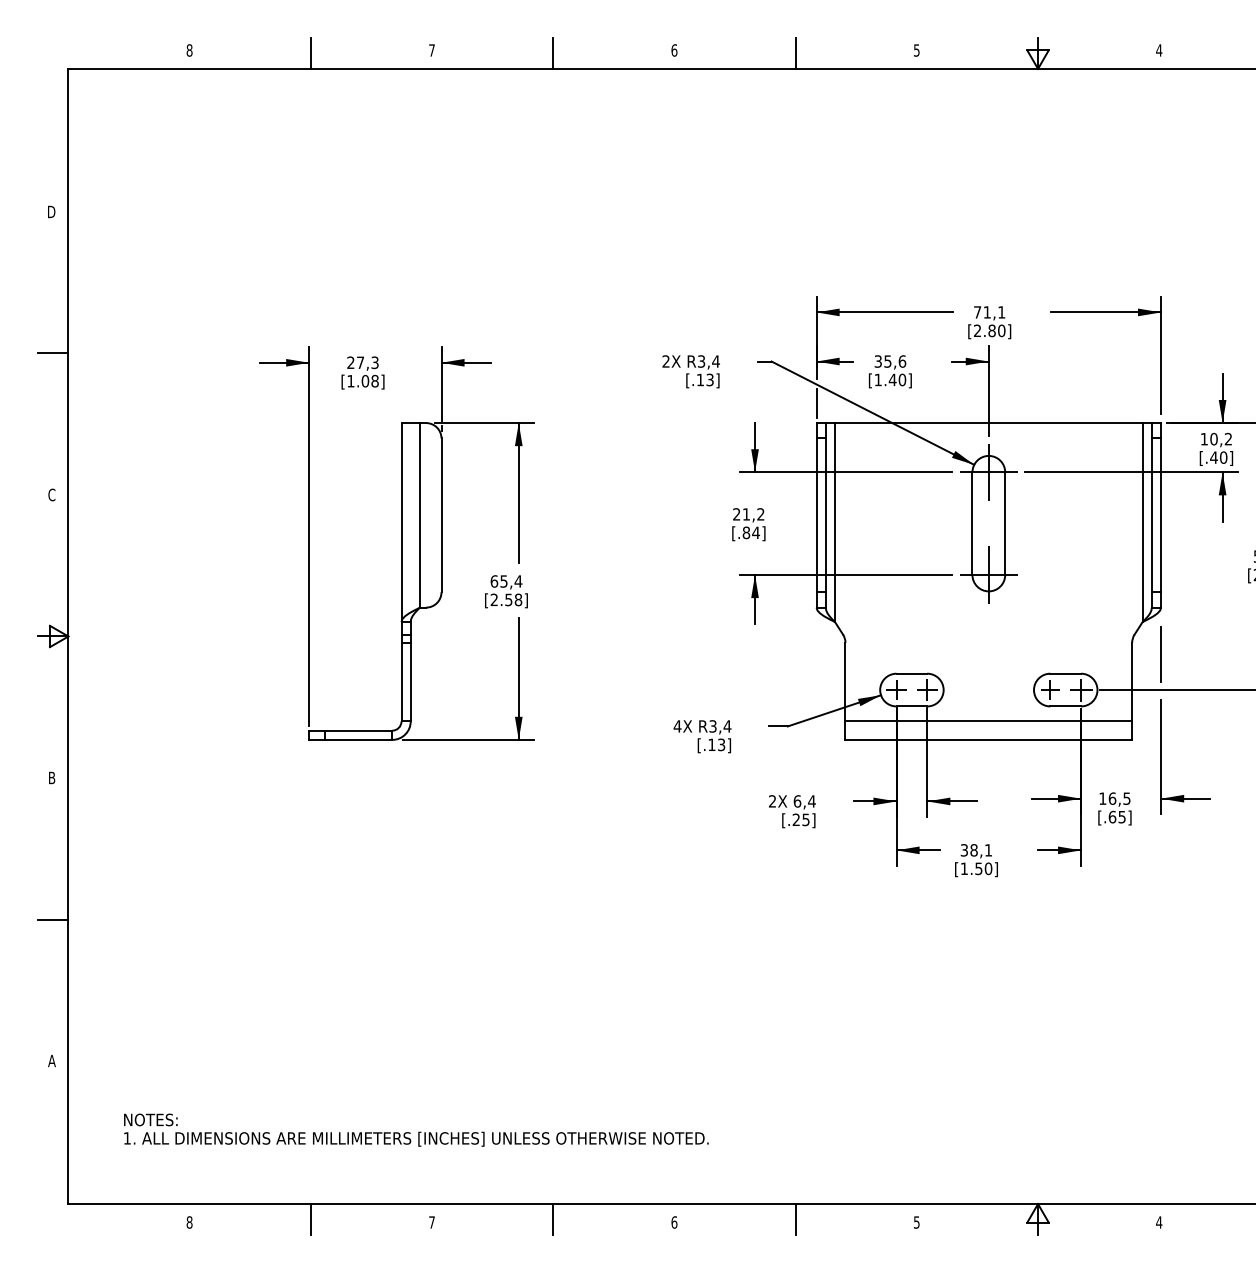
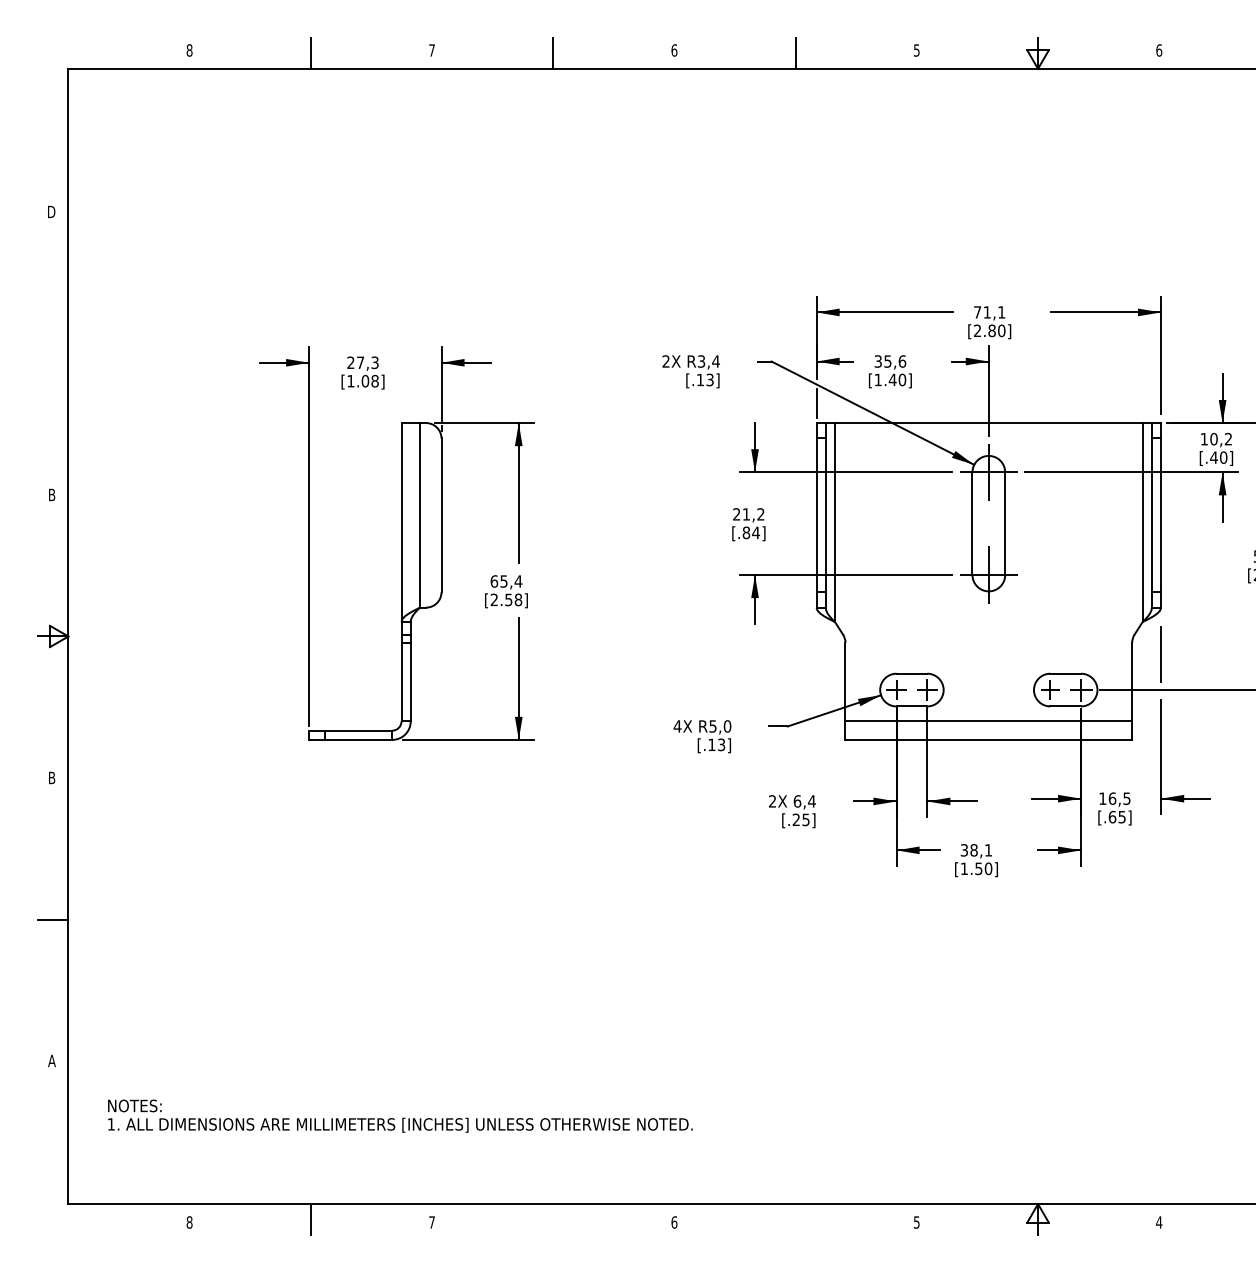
text at (1159, 50): 4 -> 6
line at (52, 353): present -> none
text at (51, 494): C -> B
text at (720, 726): R3,4 -> R5,0
text at (416, 1129) position: (416, 1129) -> (400, 1115)
line at (553, 1219): present -> none
line at (795, 1219): present -> none
